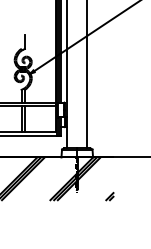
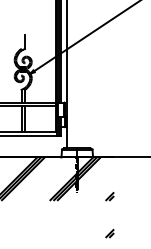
line at (87, 75): present -> none
part at (109, 233): none -> present
